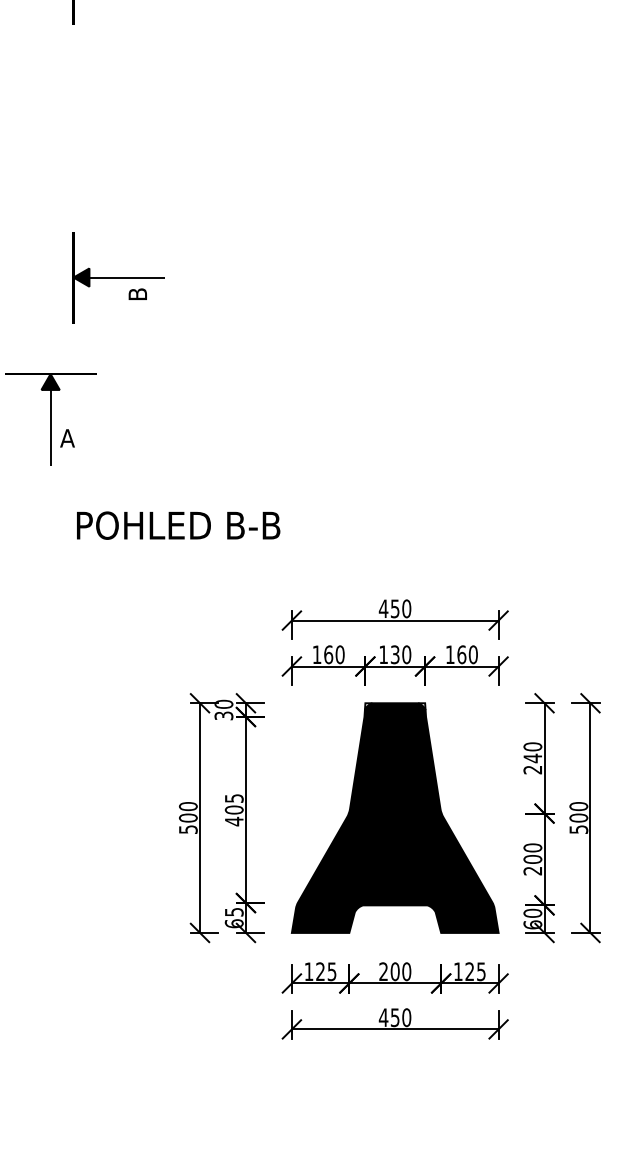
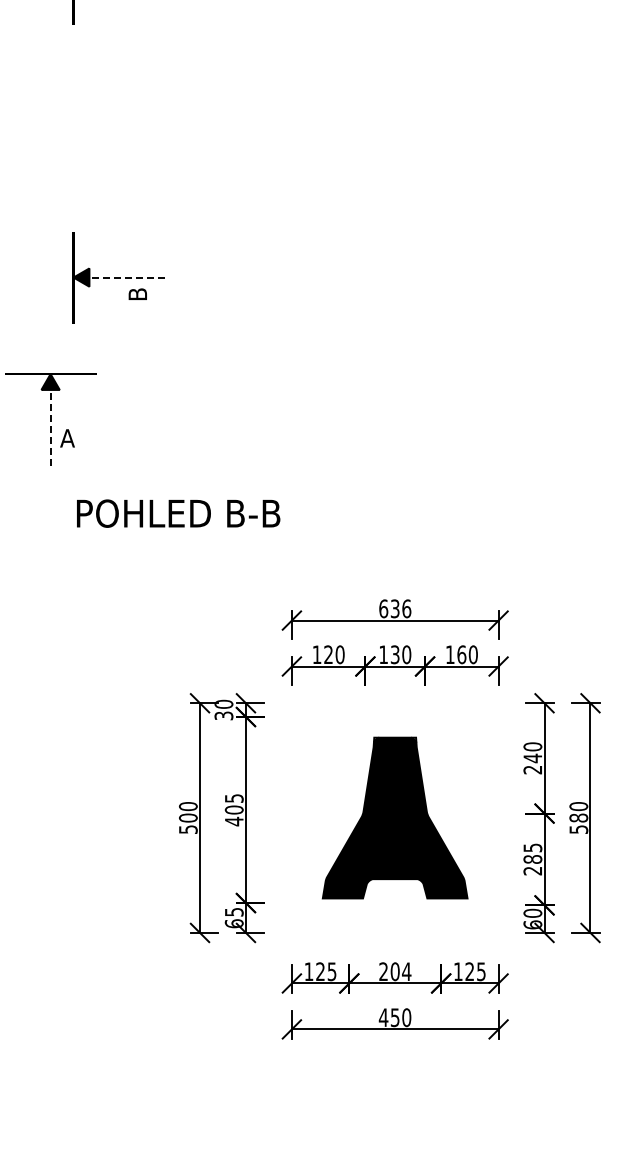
line at (127, 277): solid -> dashed
line at (50, 427): solid -> dashed
text at (178, 525) position: (178, 525) -> (178, 513)
text at (394, 608): 450 -> 636
text at (328, 654): 160 -> 120
part at (394, 817) size: 210x232 px -> 148x164 px
text at (578, 817): 500 -> 580
text at (532, 853): 200 -> 285
text at (406, 971): 200 -> 204
